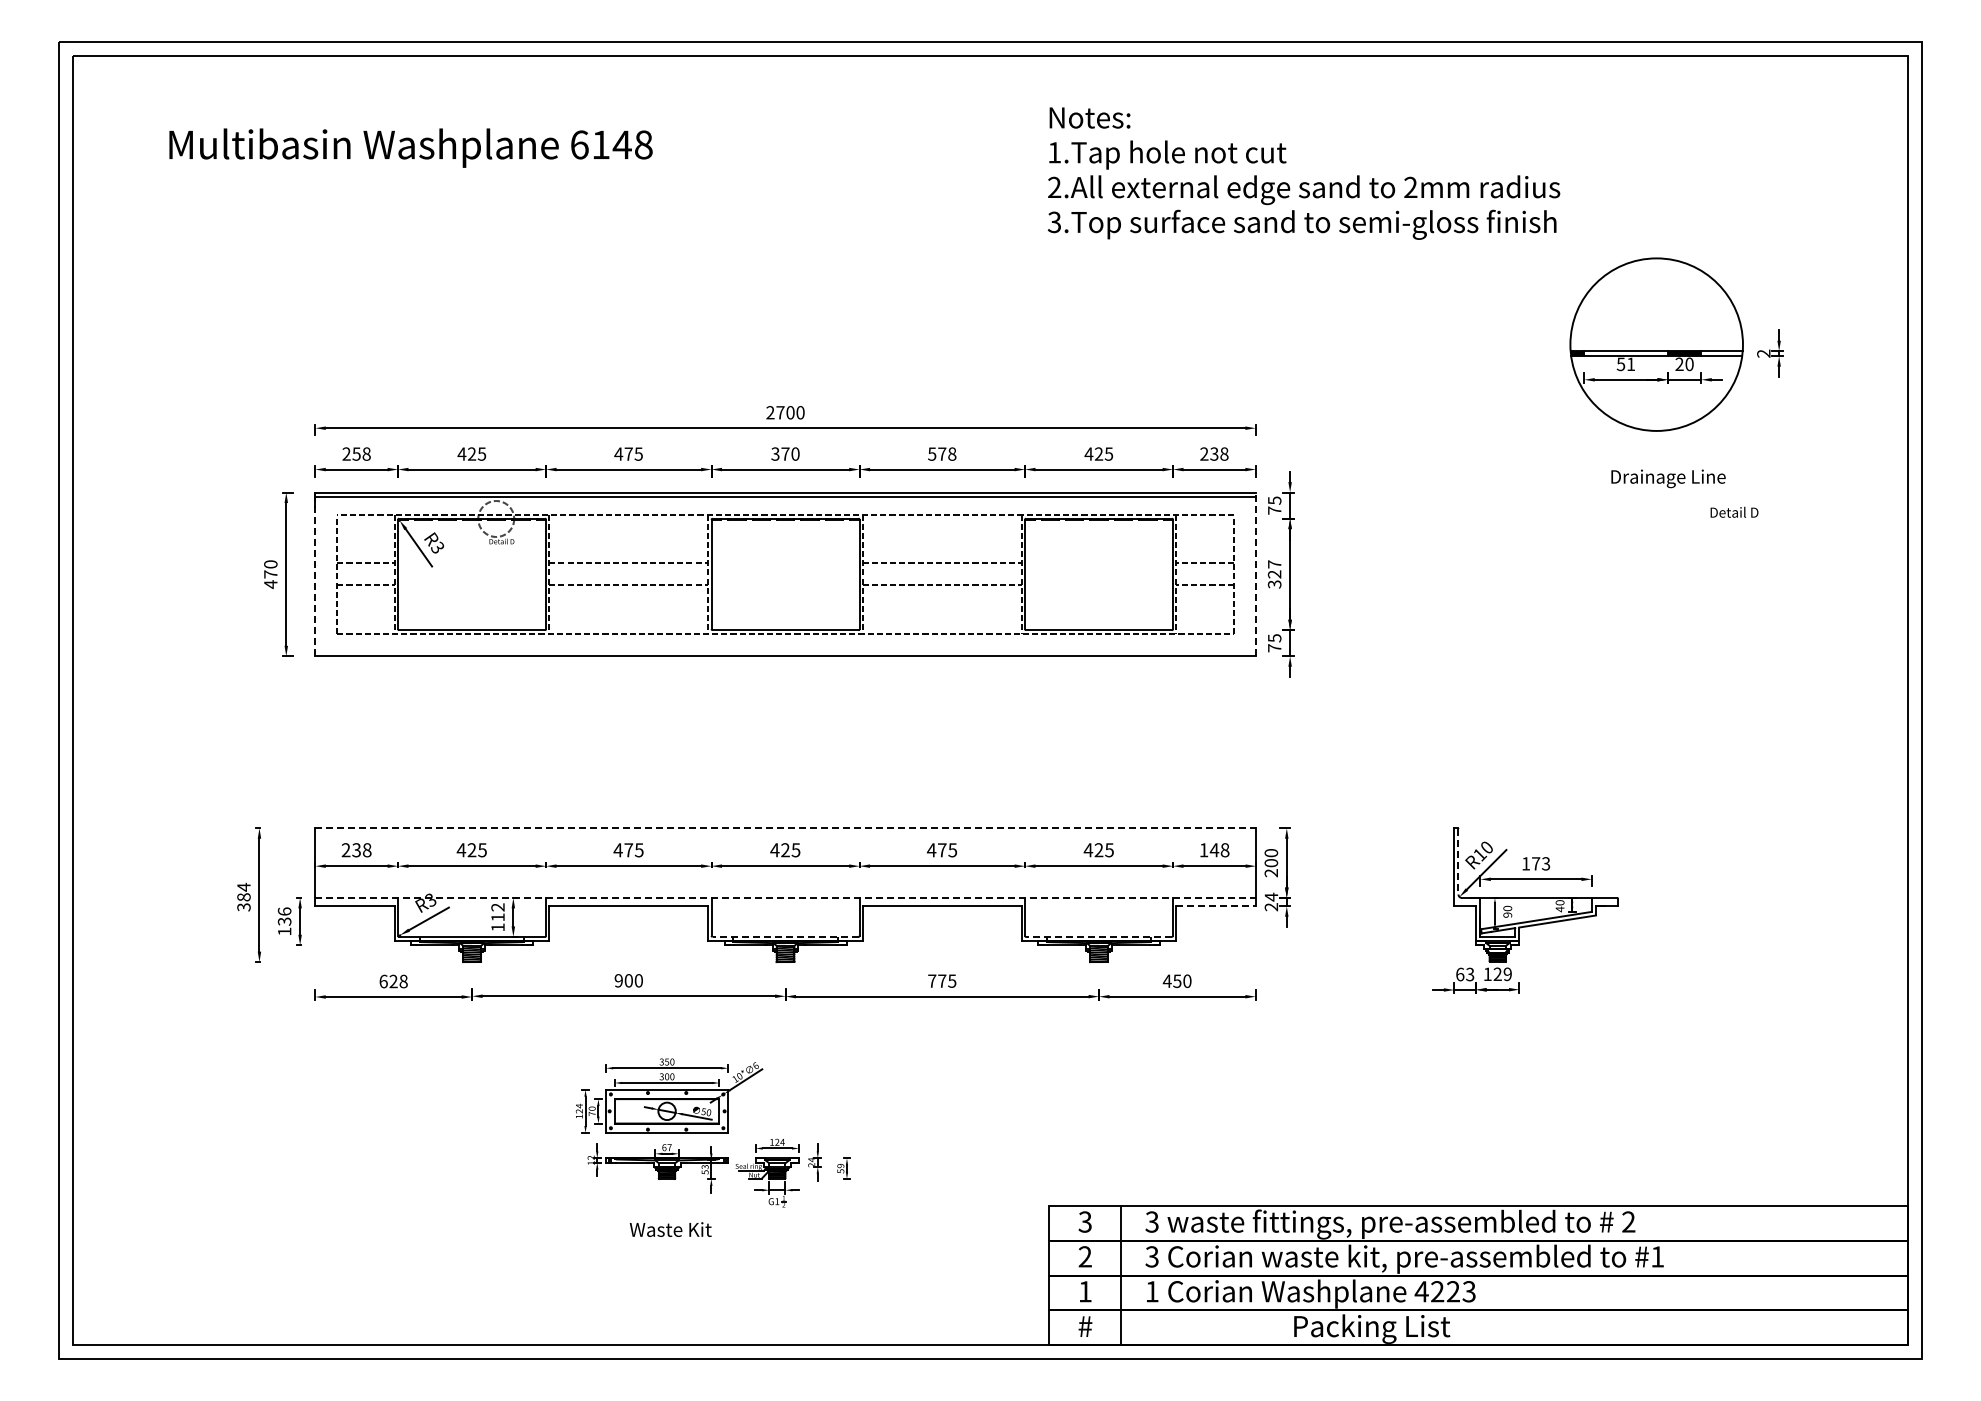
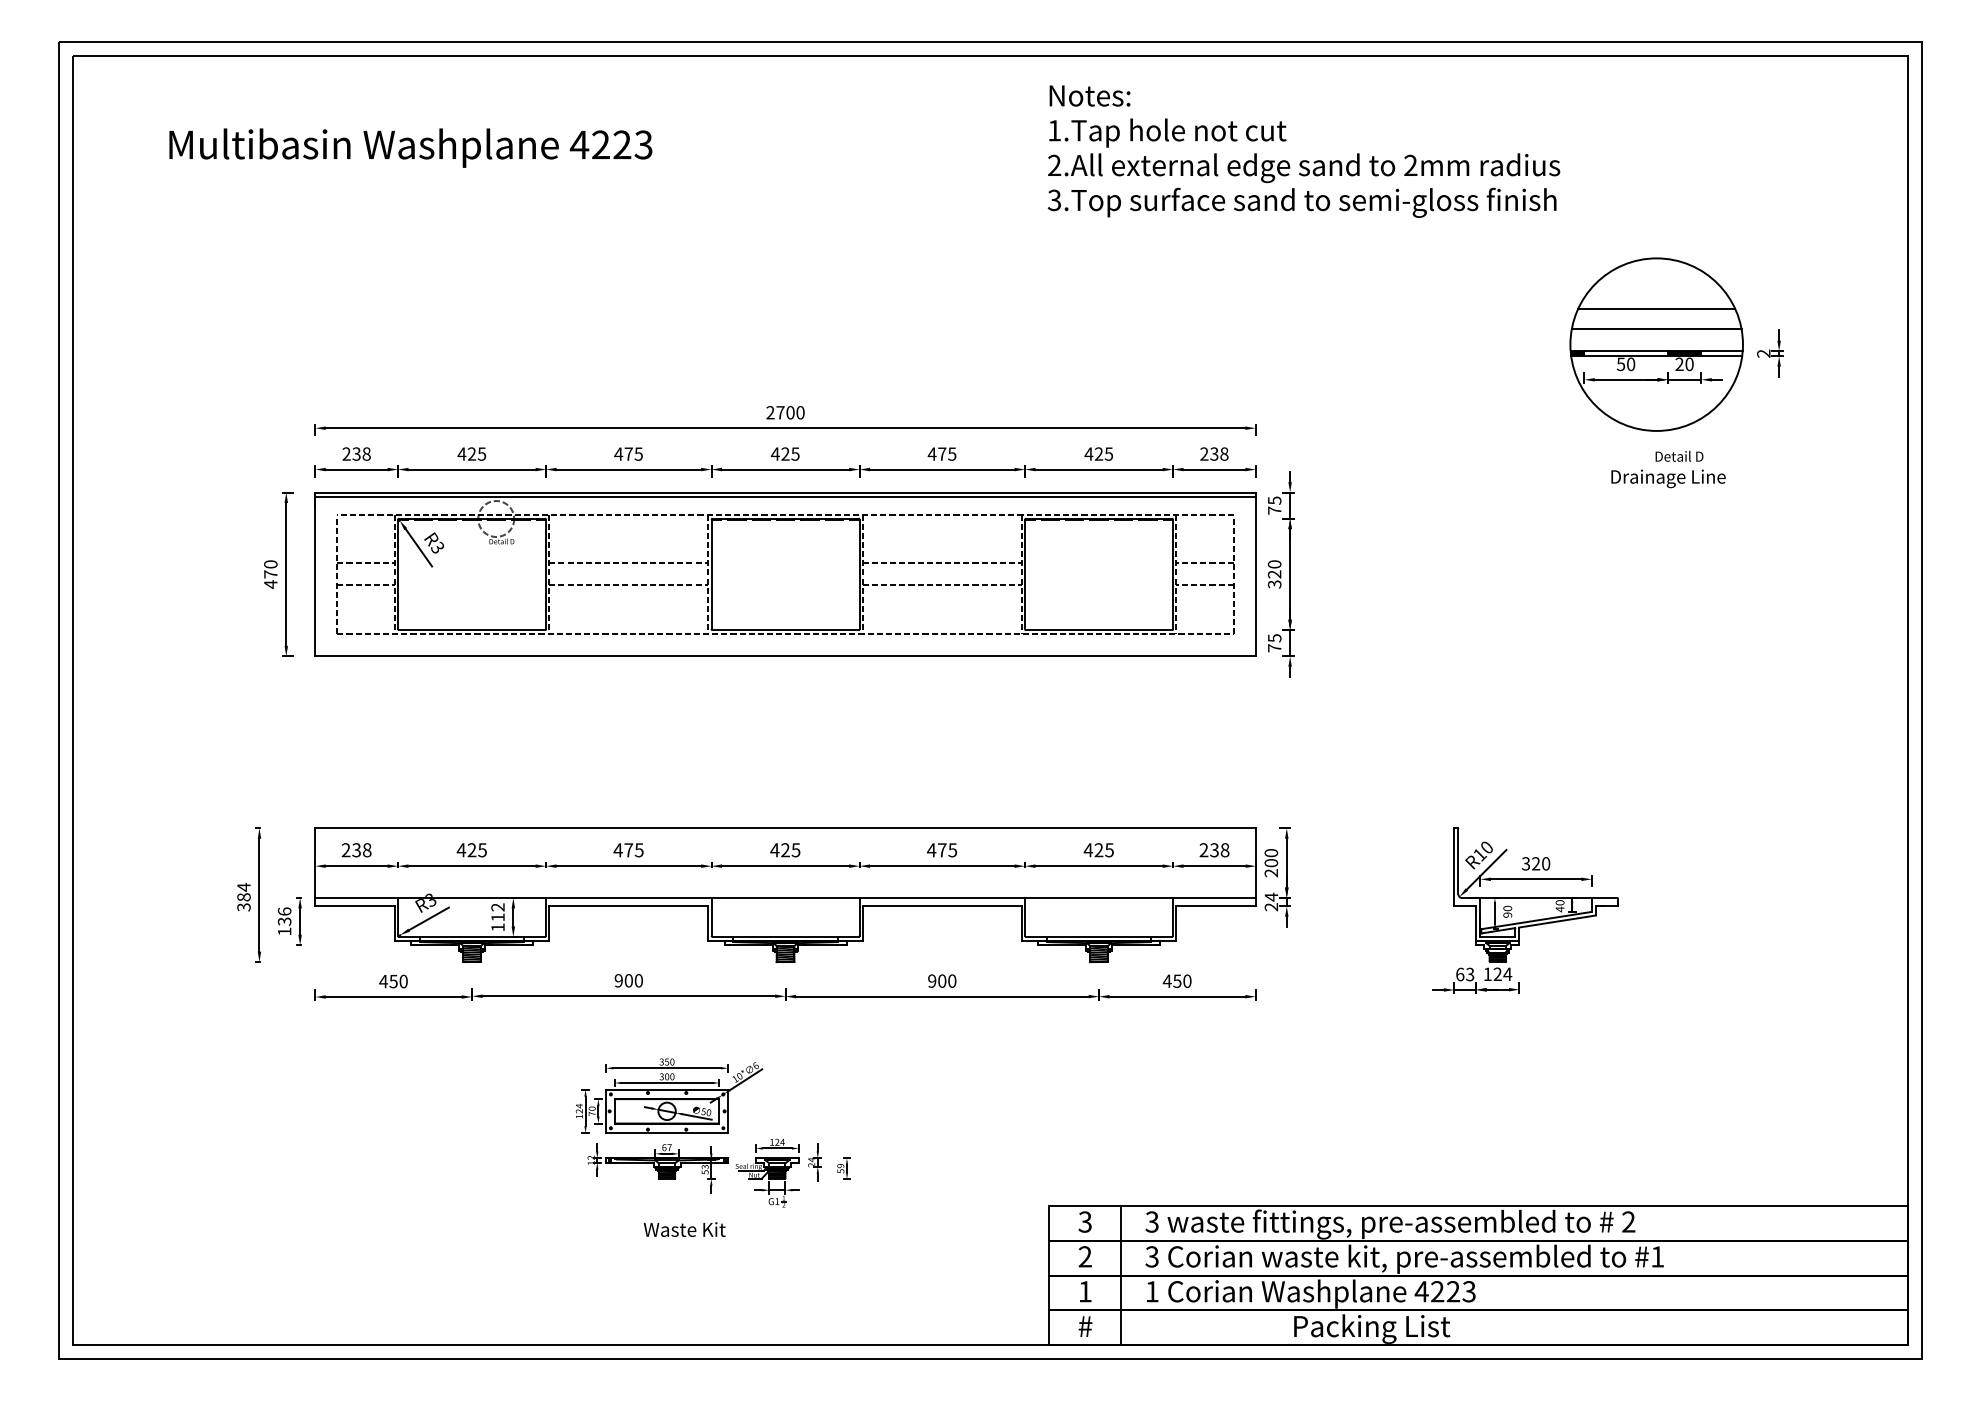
text at (610, 144): 6148 -> 4223
text at (1303, 173) position: (1303, 173) -> (1303, 151)
line at (1656, 309): none -> present
line at (1656, 329): none -> present
text at (1631, 364): 51 -> 50
text at (356, 453): 258 -> 238
text at (785, 453): 370 -> 425
text at (941, 453): 578 -> 475
text at (1734, 511) position: (1734, 511) -> (1679, 455)
text at (1274, 564): 327 -> 320
line at (1255, 574): dashed -> solid
line at (315, 576): dashed -> solid
line at (786, 828): dashed -> solid
text at (1209, 850): 148 -> 238
line at (1458, 861): dashed -> solid
text at (1535, 863): 173 -> 320
line at (786, 897): dashed -> solid
line at (1216, 906): dashed -> solid
line at (785, 936): dashed -> solid
line at (1099, 936): dashed -> solid
text at (1507, 974): 129 -> 124
text at (942, 980): 775 -> 900
text at (393, 981): 628 -> 450
text at (670, 1229) position: (670, 1229) -> (684, 1229)
